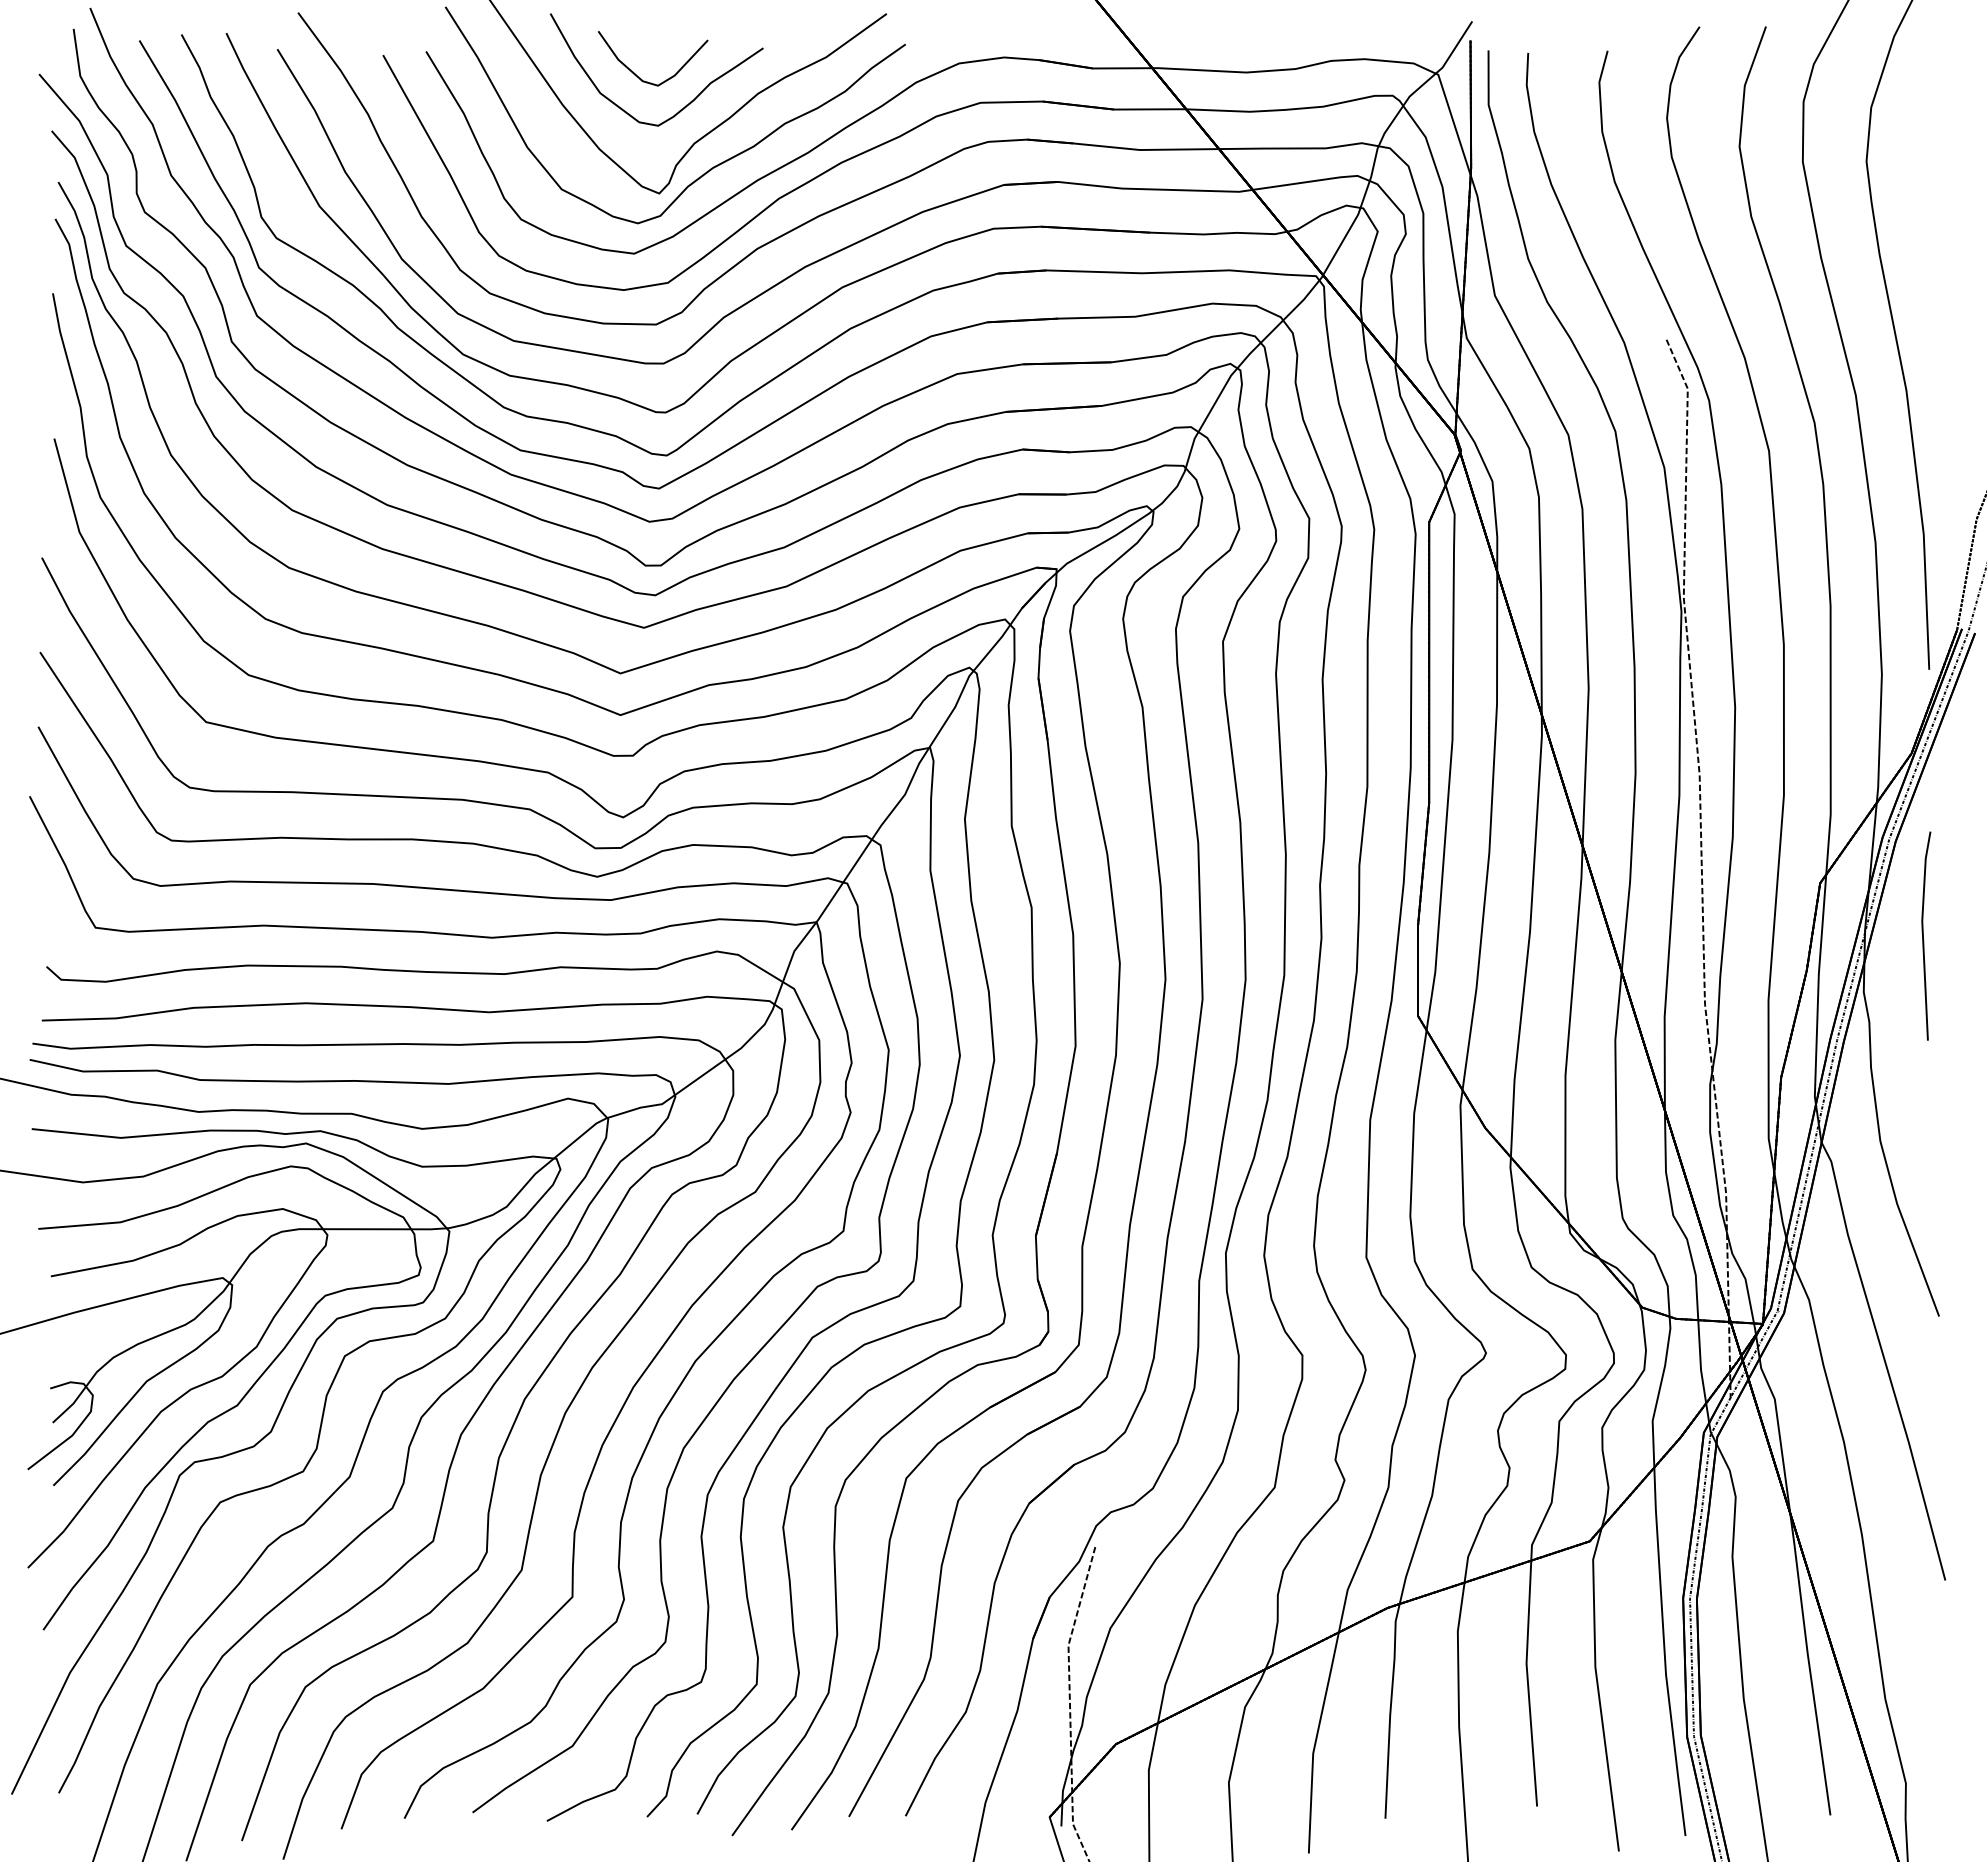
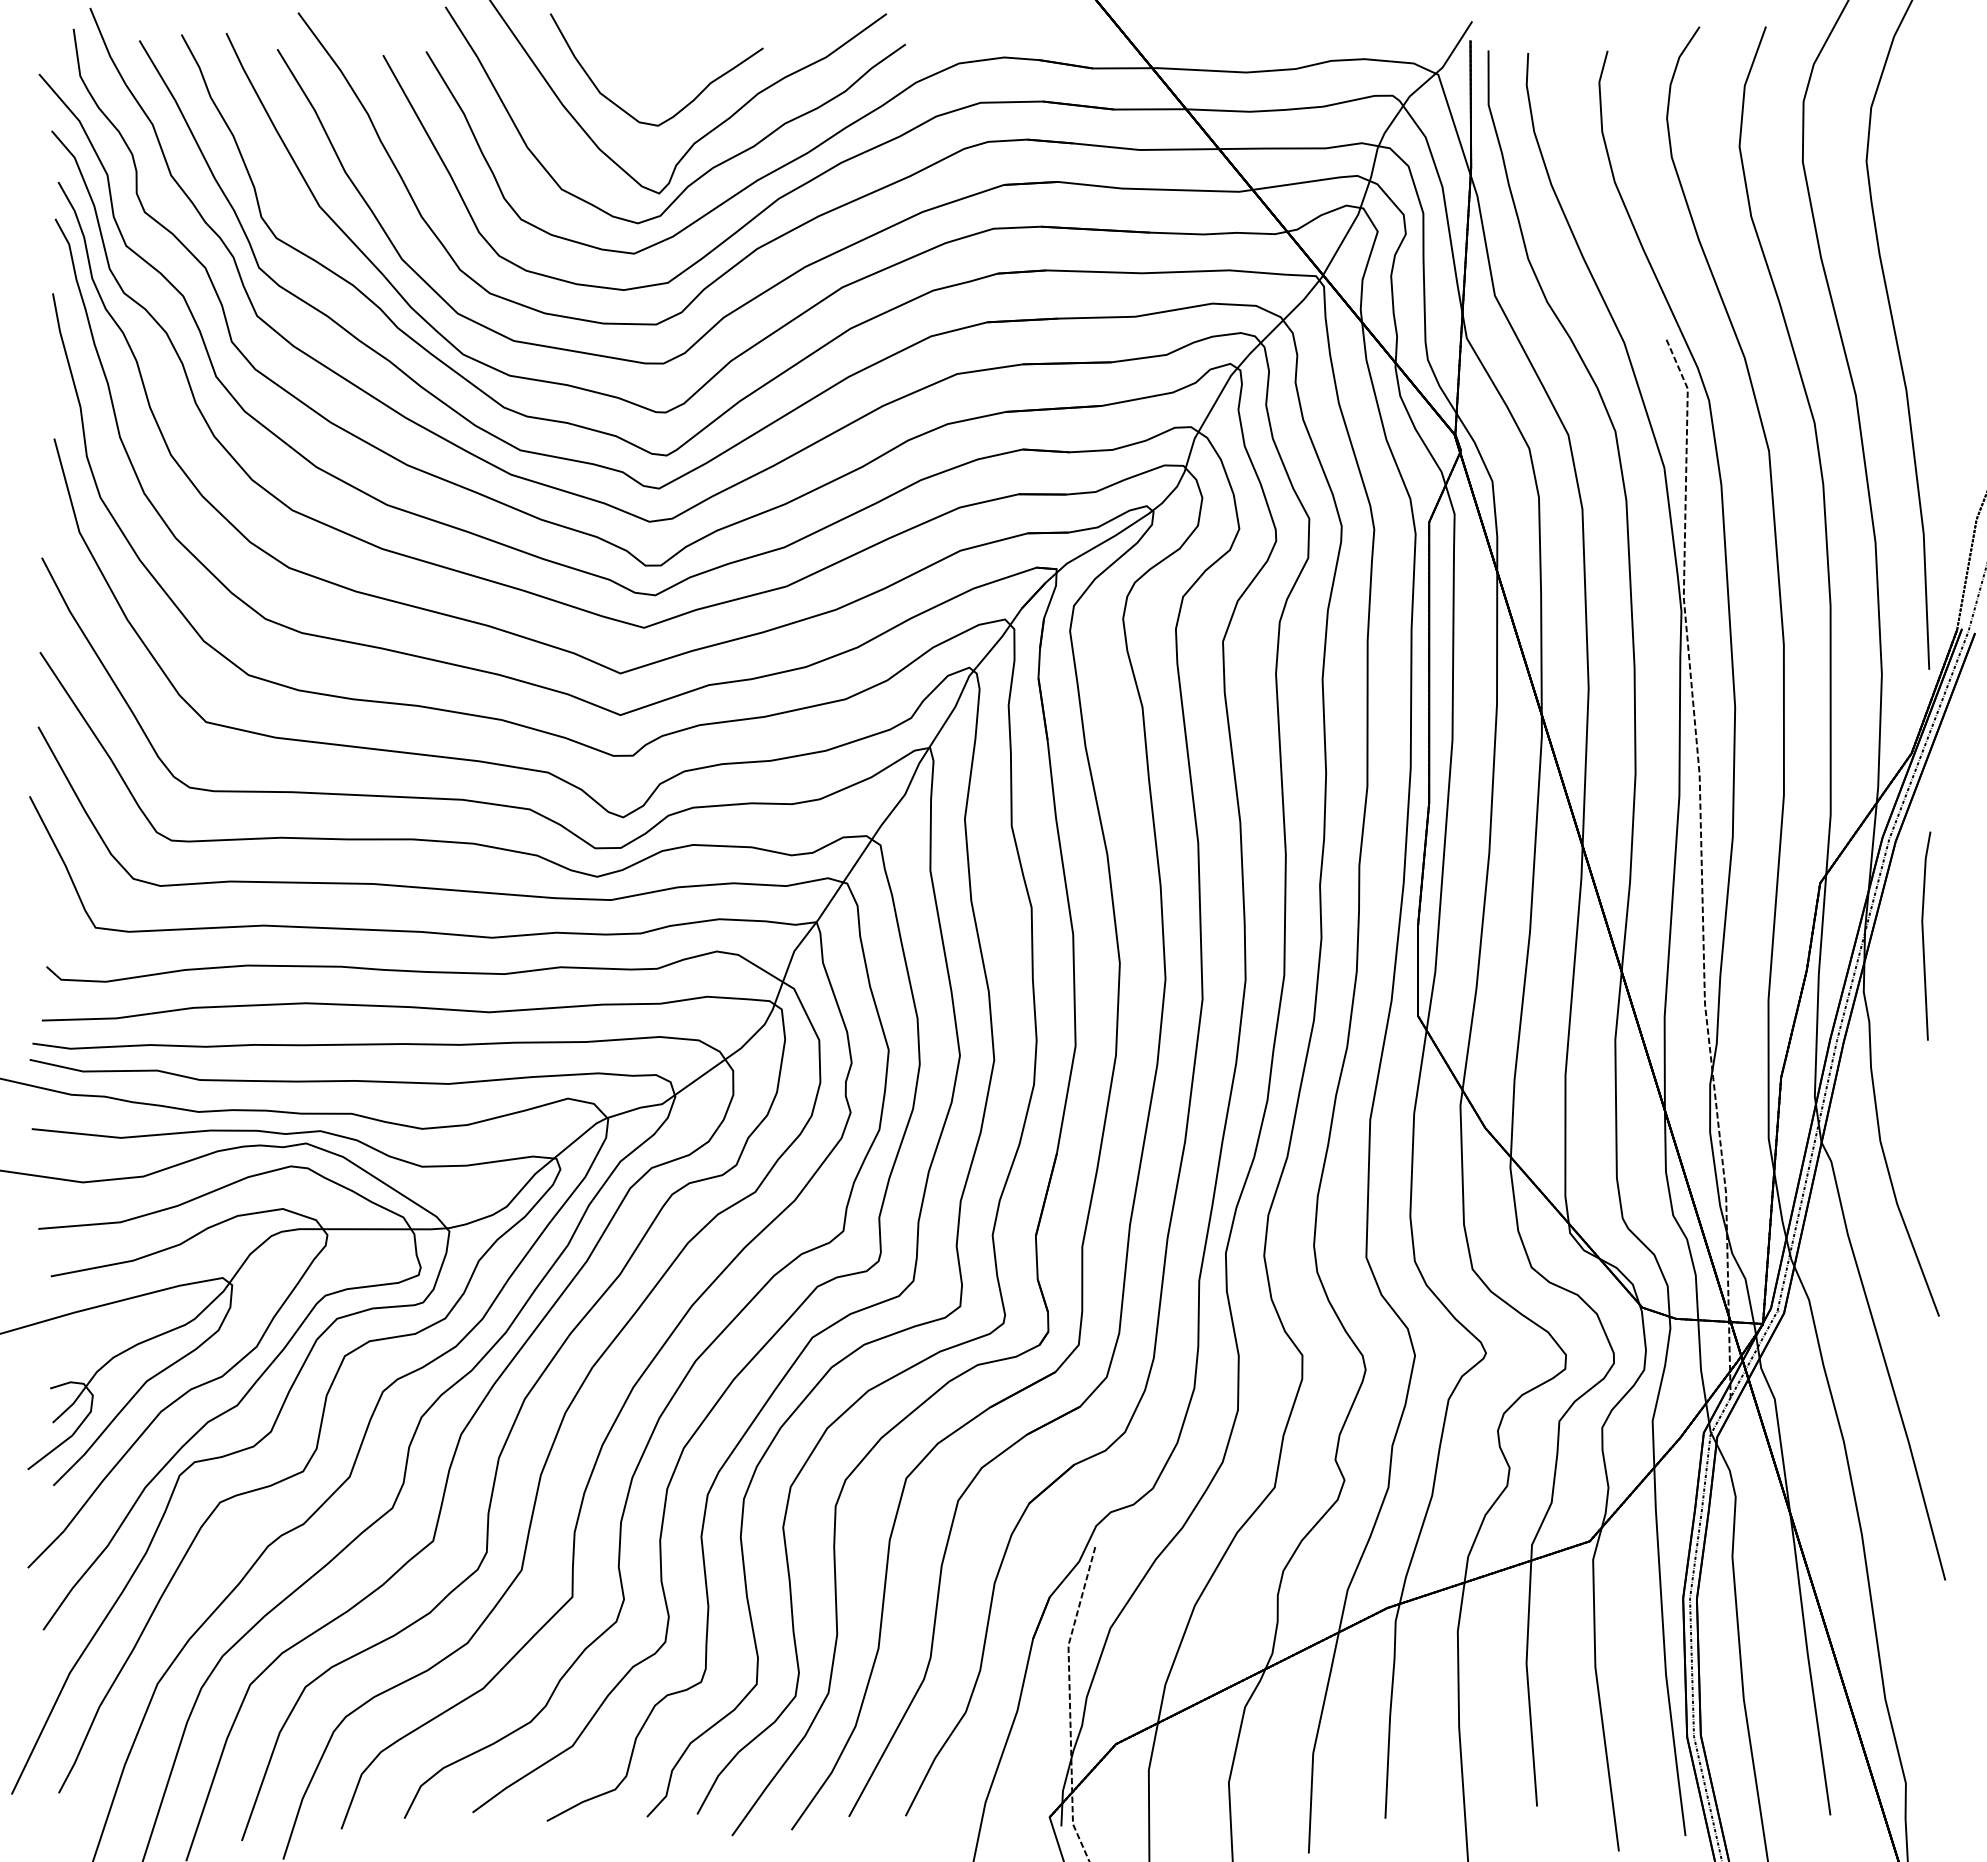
part at (640, 77): present -> none
